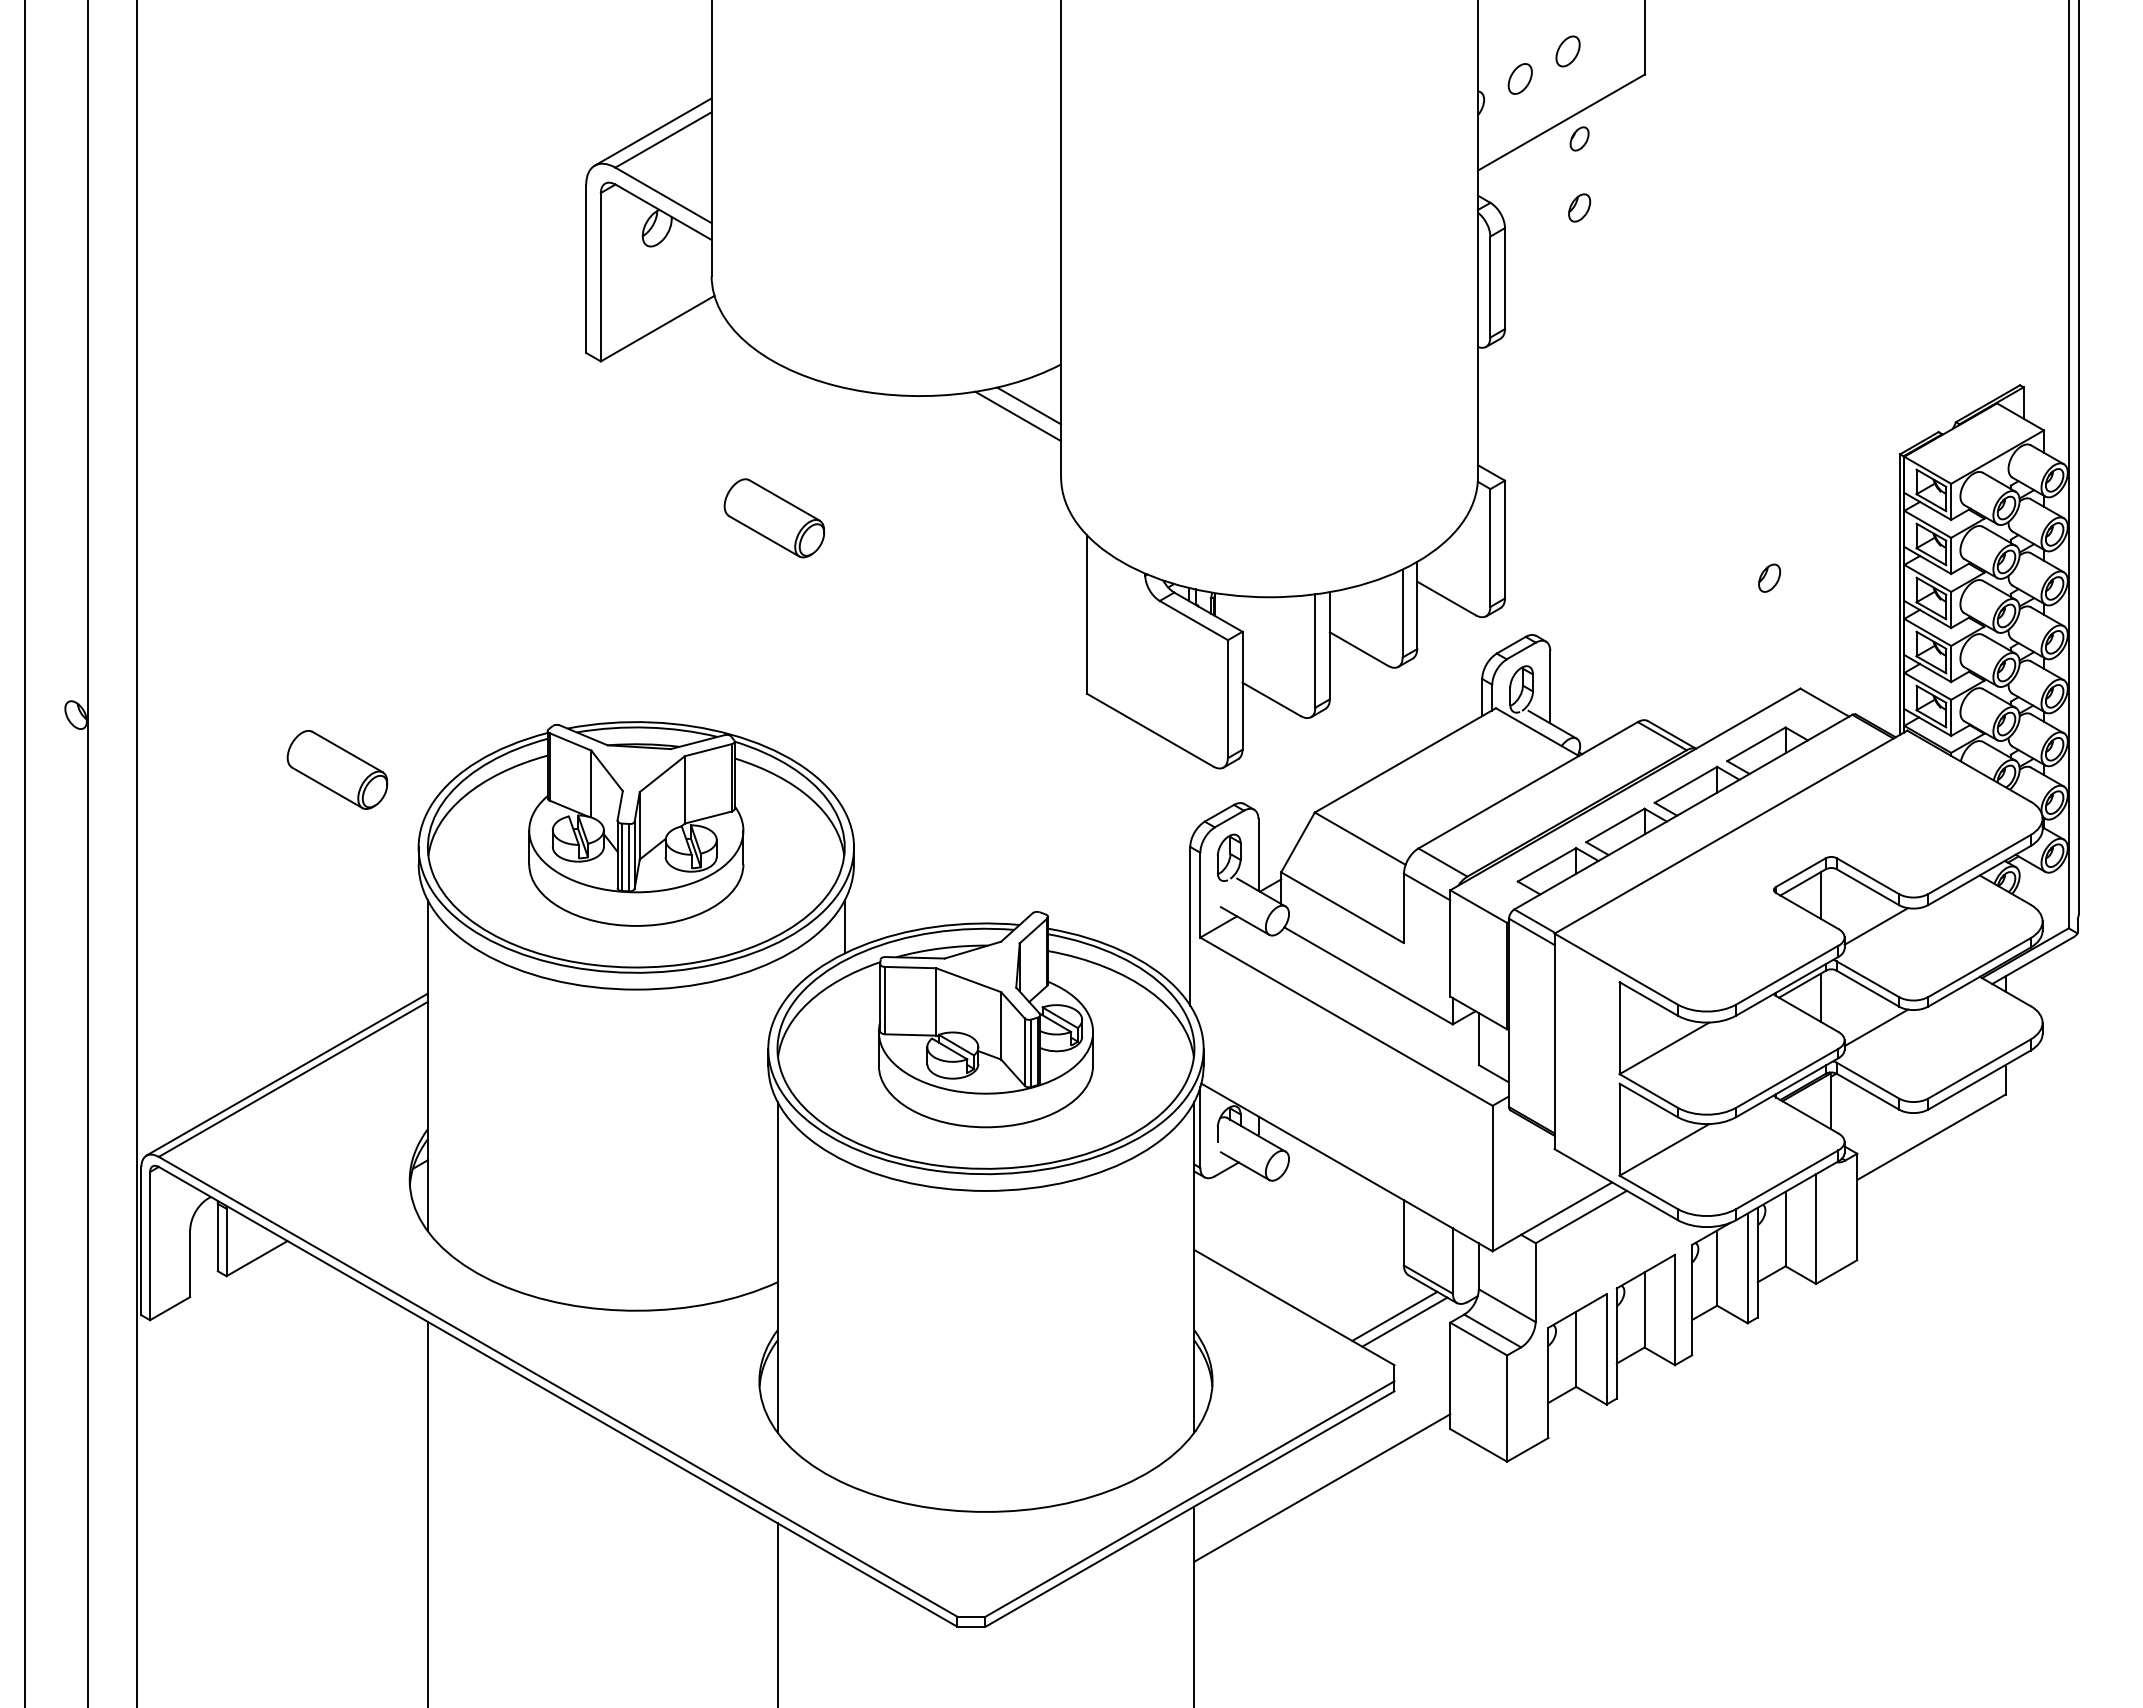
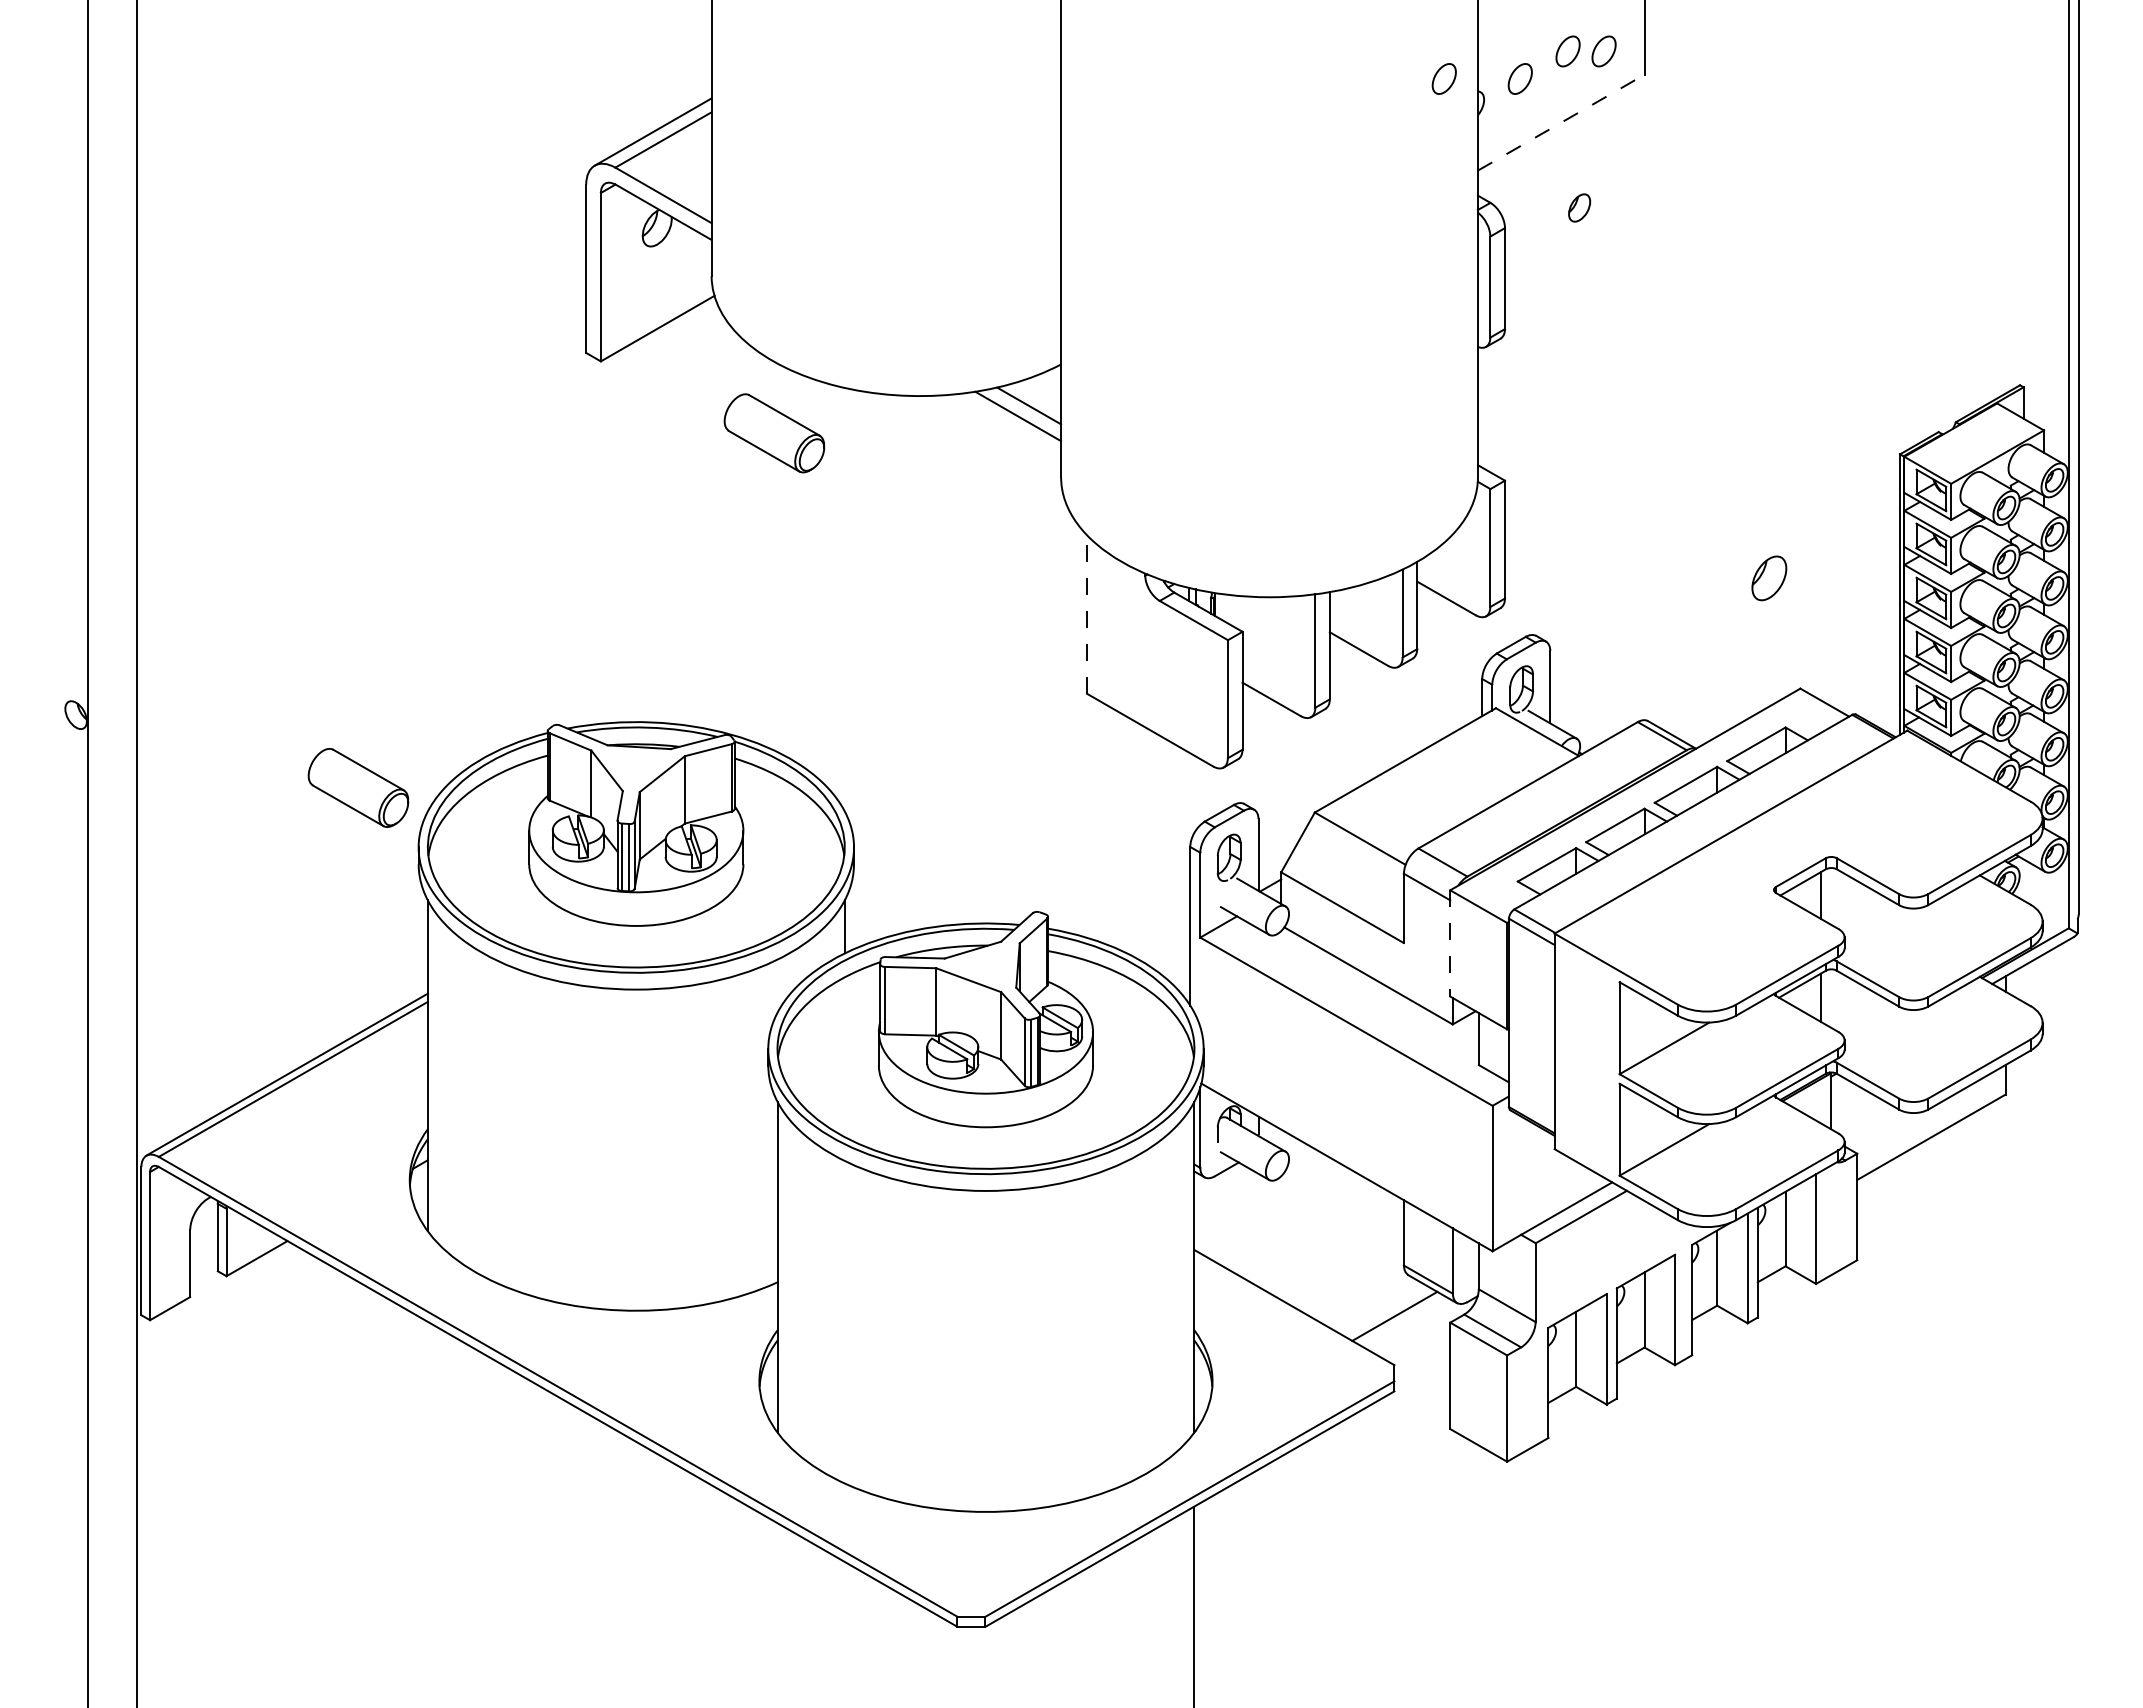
part at (1603, 51): none -> present
part at (1443, 78): none -> present
line at (1561, 122): solid -> dashed
part at (1579, 138): present -> none
part at (774, 518) position: (774, 518) -> (774, 433)
part at (1769, 577) size: 24x30 px -> 37x47 px
line at (1086, 614): solid -> dashed
part at (337, 769) position: (337, 769) -> (358, 787)
line at (24, 853): present -> none
line at (1876, 926): present -> none
line at (1450, 943): solid -> dashed
line at (1876, 1027): present -> none
line at (1404, 1321): present -> none
line at (1322, 1487): present -> none
line at (427, 1512): present -> none
line at (777, 1613): present -> none
